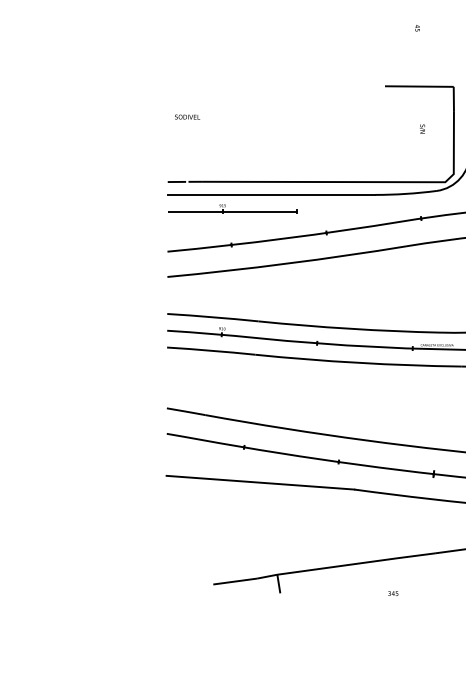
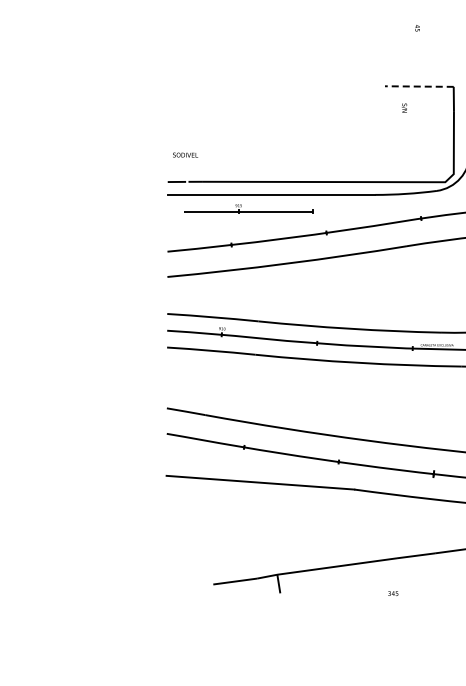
line at (418, 86): solid -> dashed
text at (187, 116) position: (187, 116) -> (185, 154)
text at (422, 128) position: (422, 128) -> (404, 107)
part at (232, 208) position: (232, 208) -> (248, 208)
